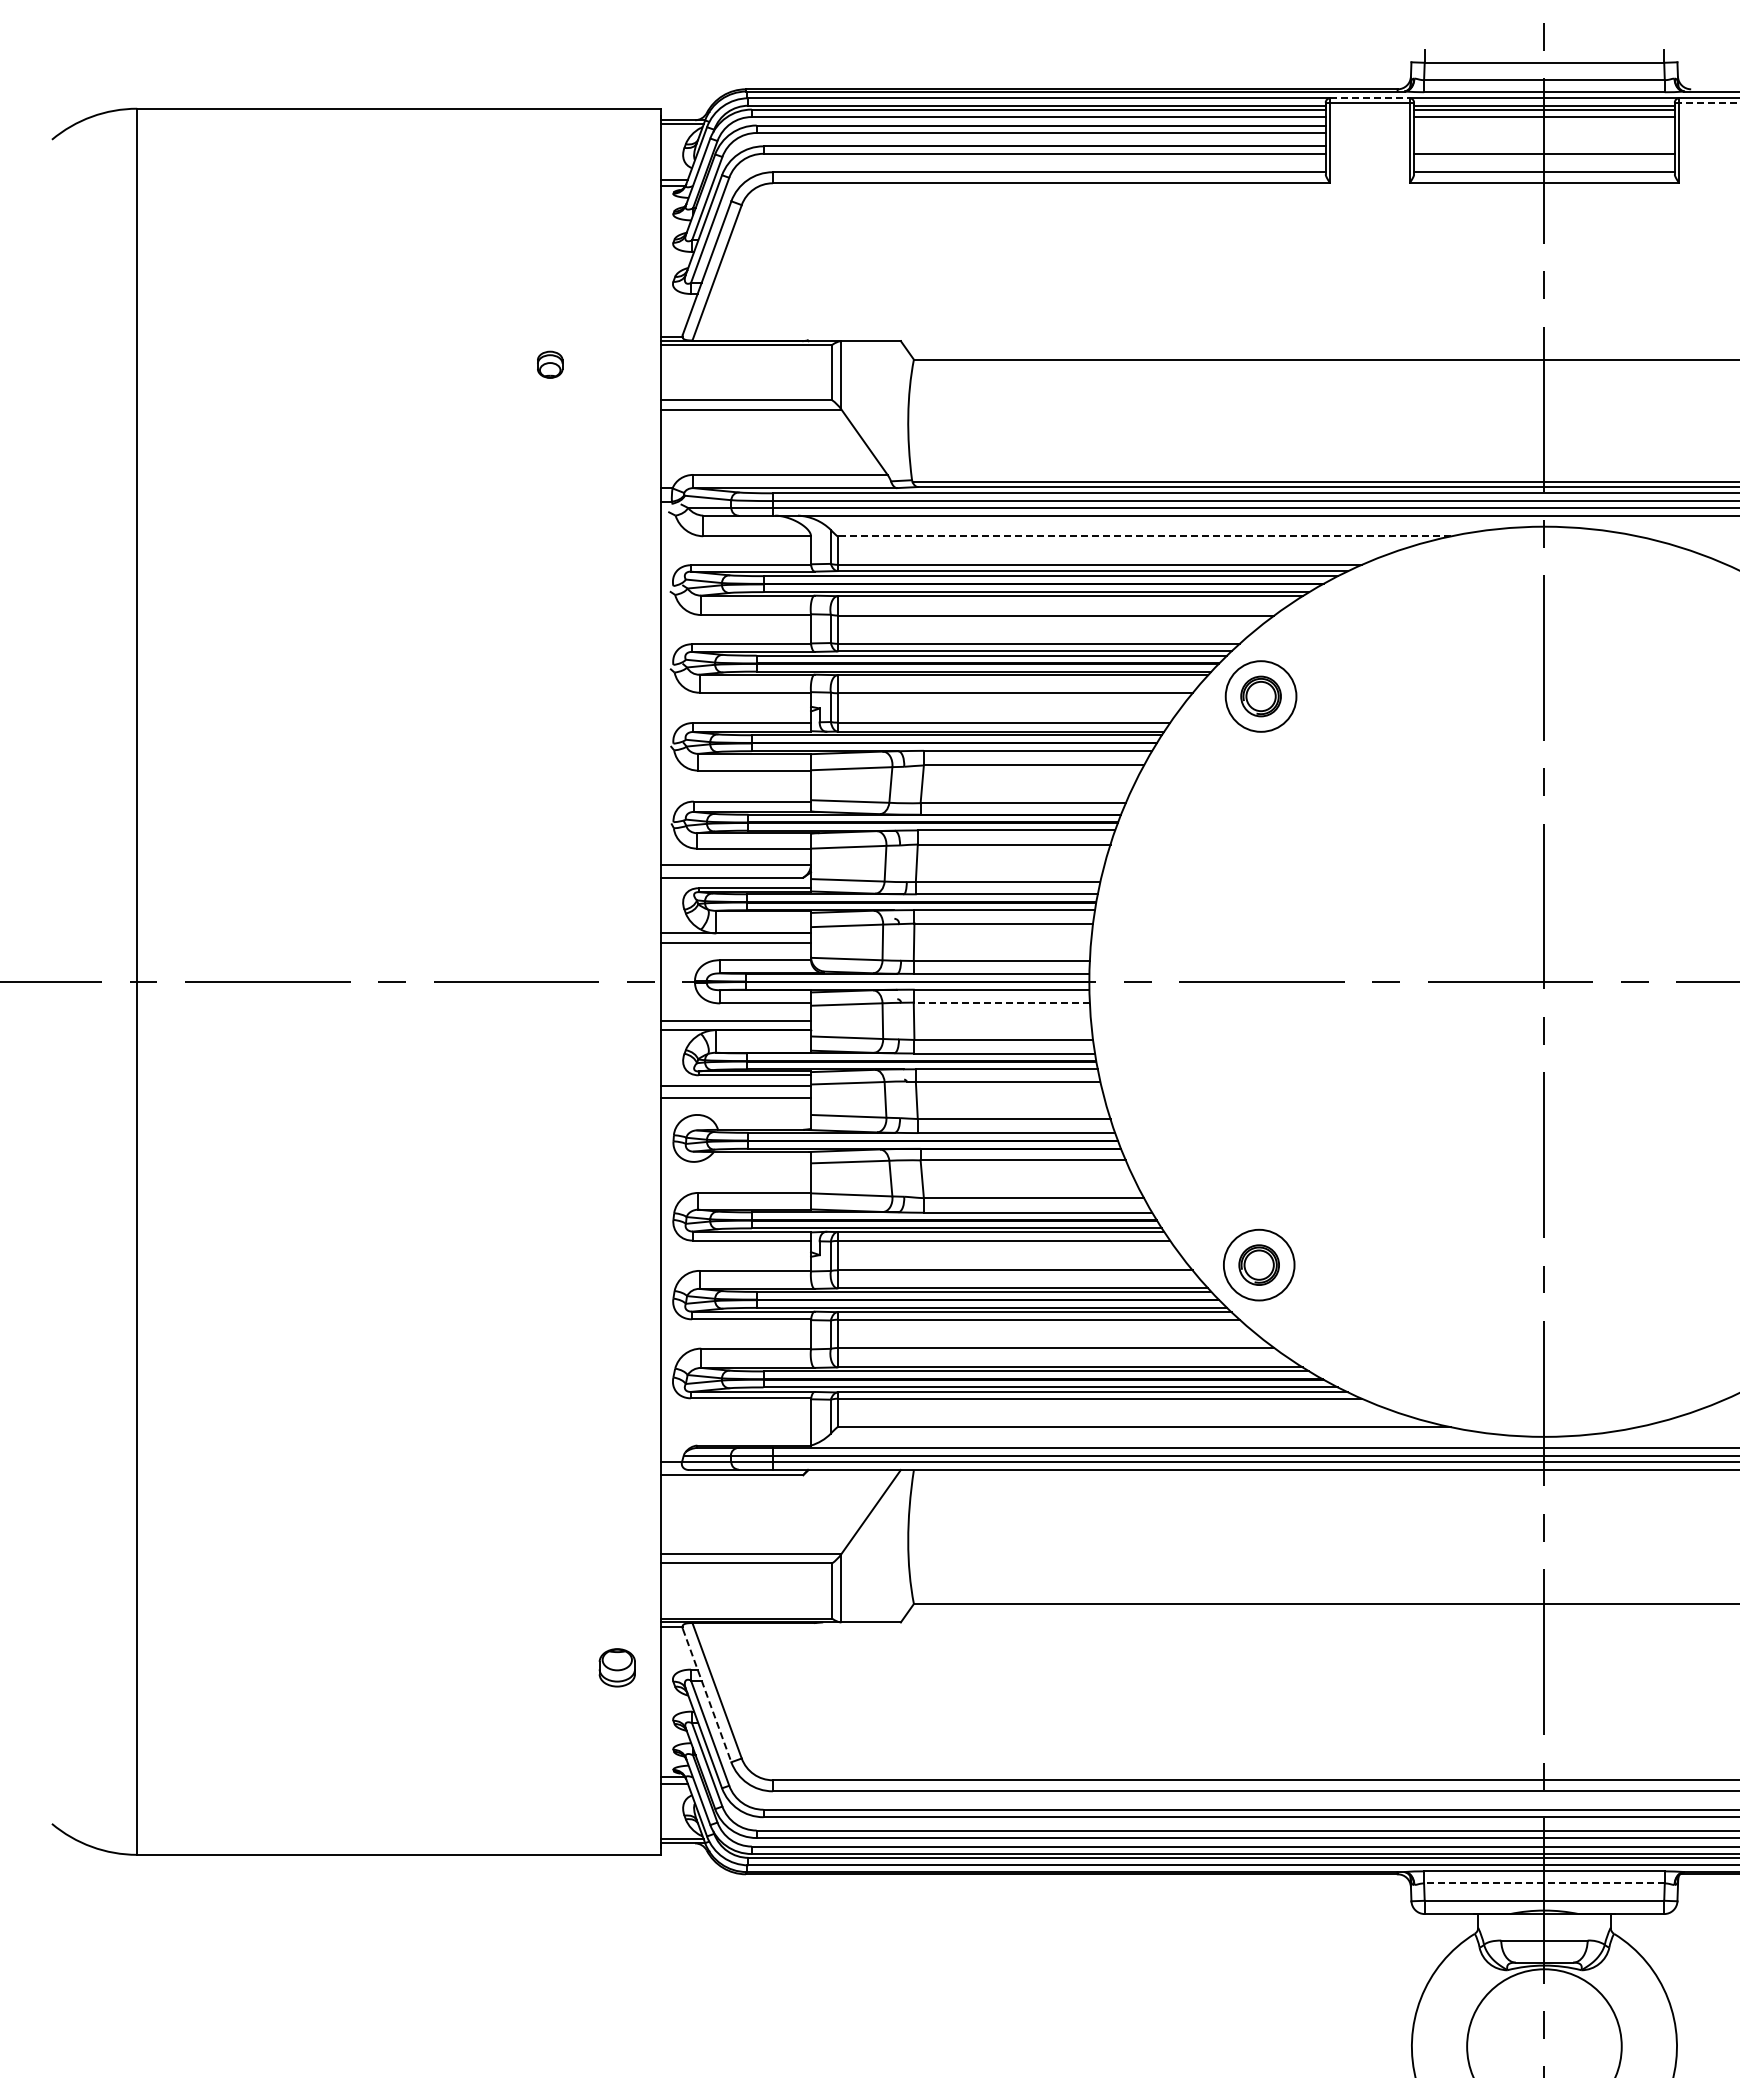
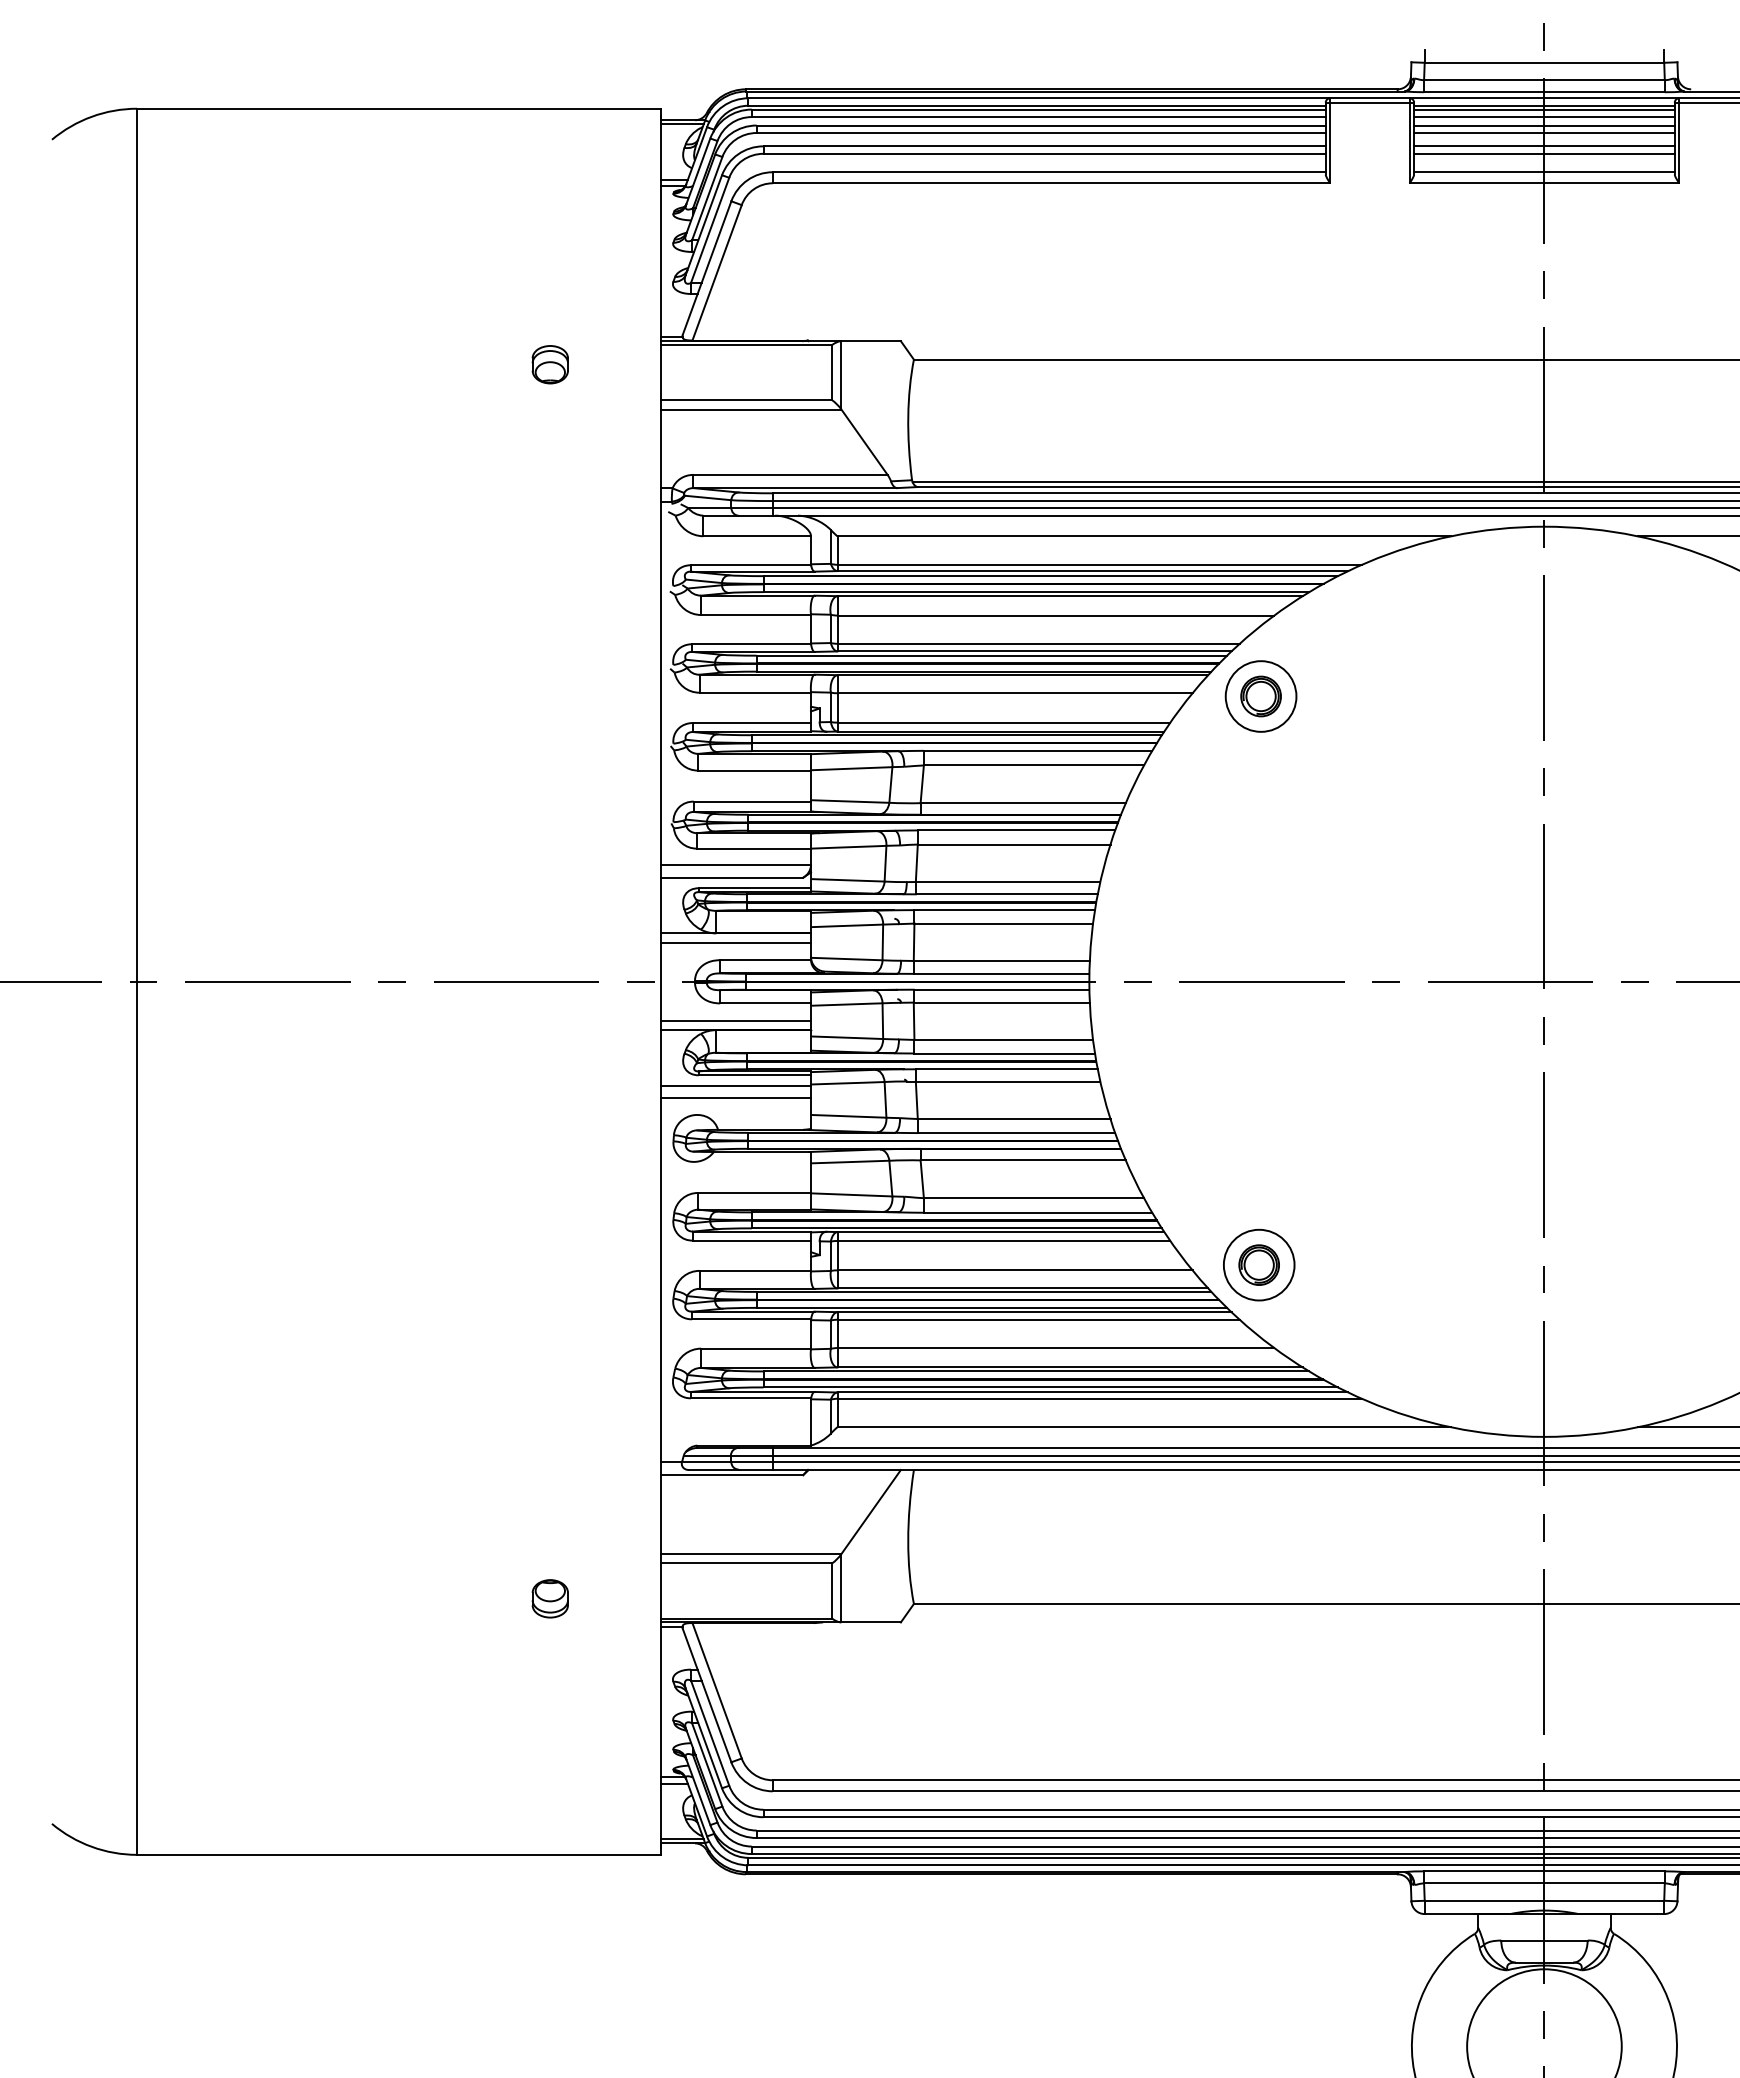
line at (1369, 98): dashed -> solid
line at (1709, 102): dashed -> solid
line at (1544, 125): none -> present
line at (1544, 133): none -> present
line at (1544, 146): none -> present
part at (550, 364) size: 27x29 px -> 38x40 px
line at (1144, 536): dashed -> solid
line at (1686, 536): none -> present
line at (1001, 1002): dashed -> solid
line at (1686, 1427): none -> present
part at (616, 1667) position: (616, 1667) -> (549, 1598)
line at (707, 1695): dashed -> solid
line at (1543, 1883): dashed -> solid
